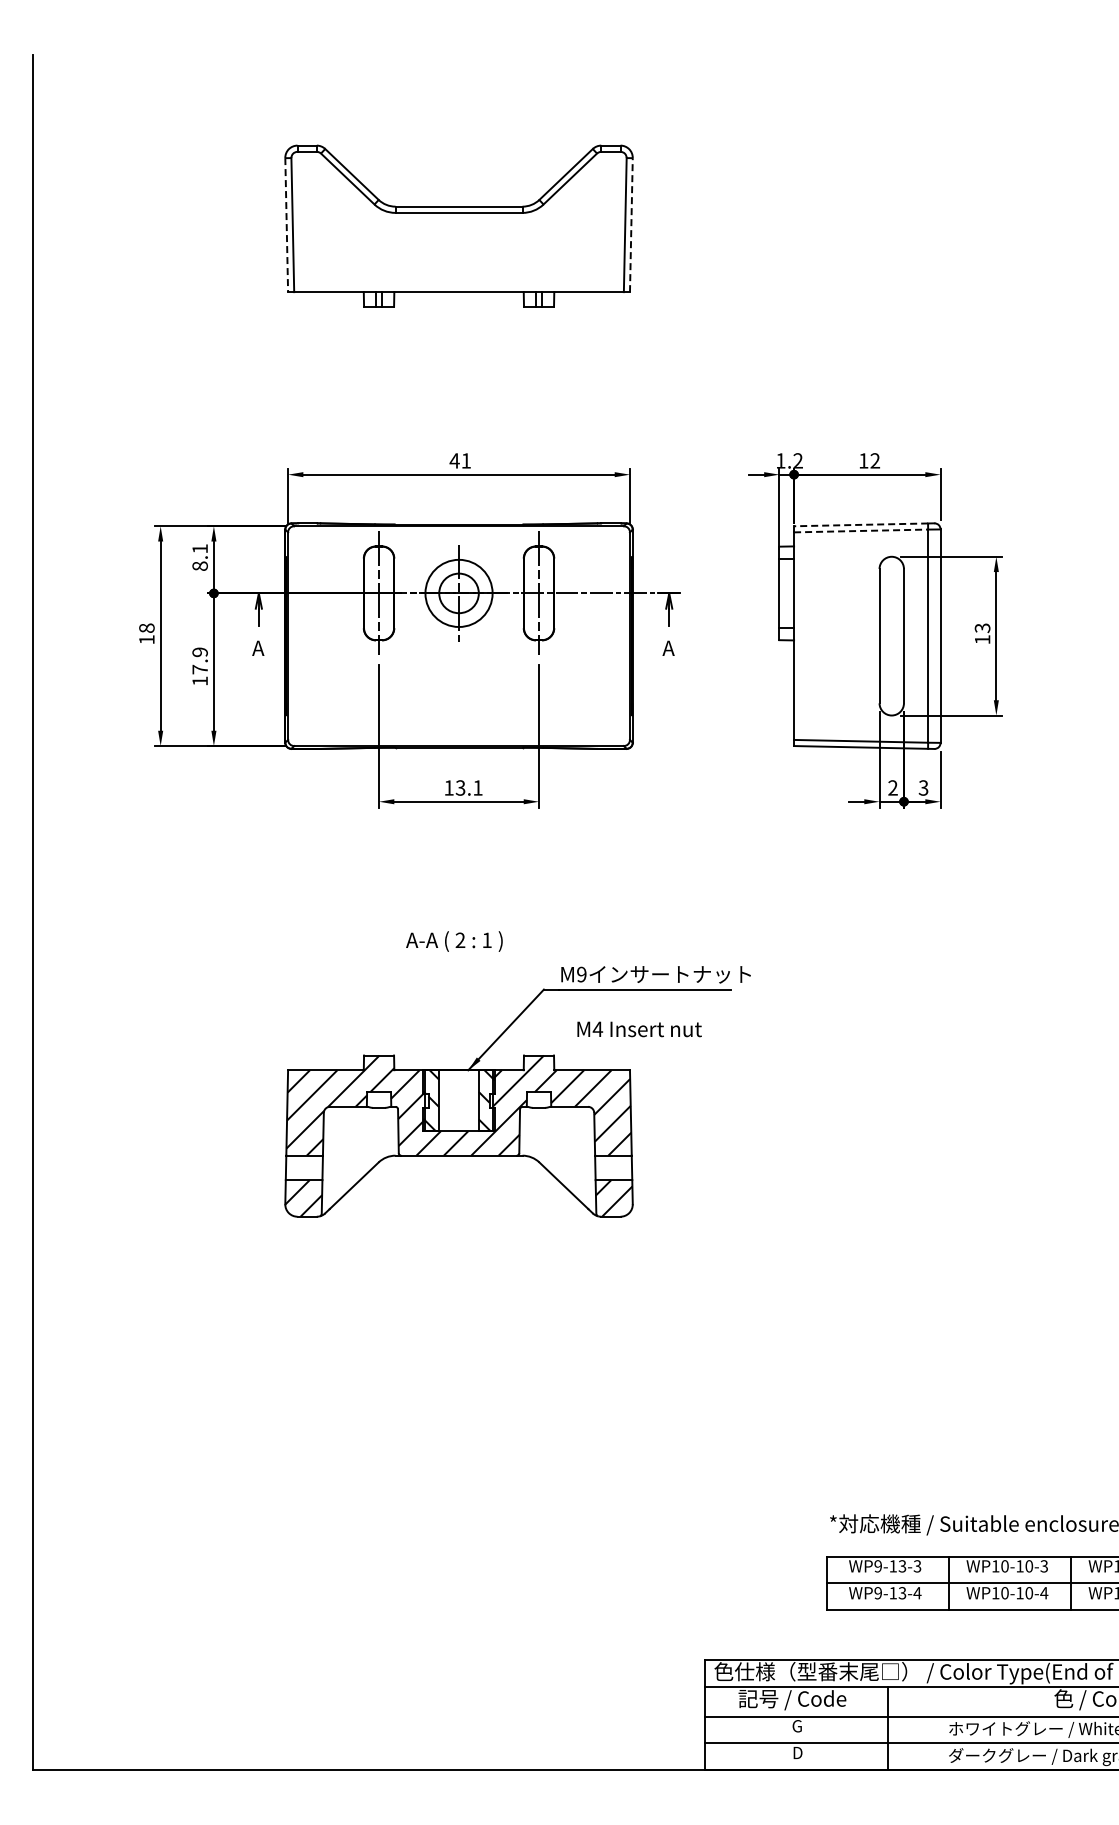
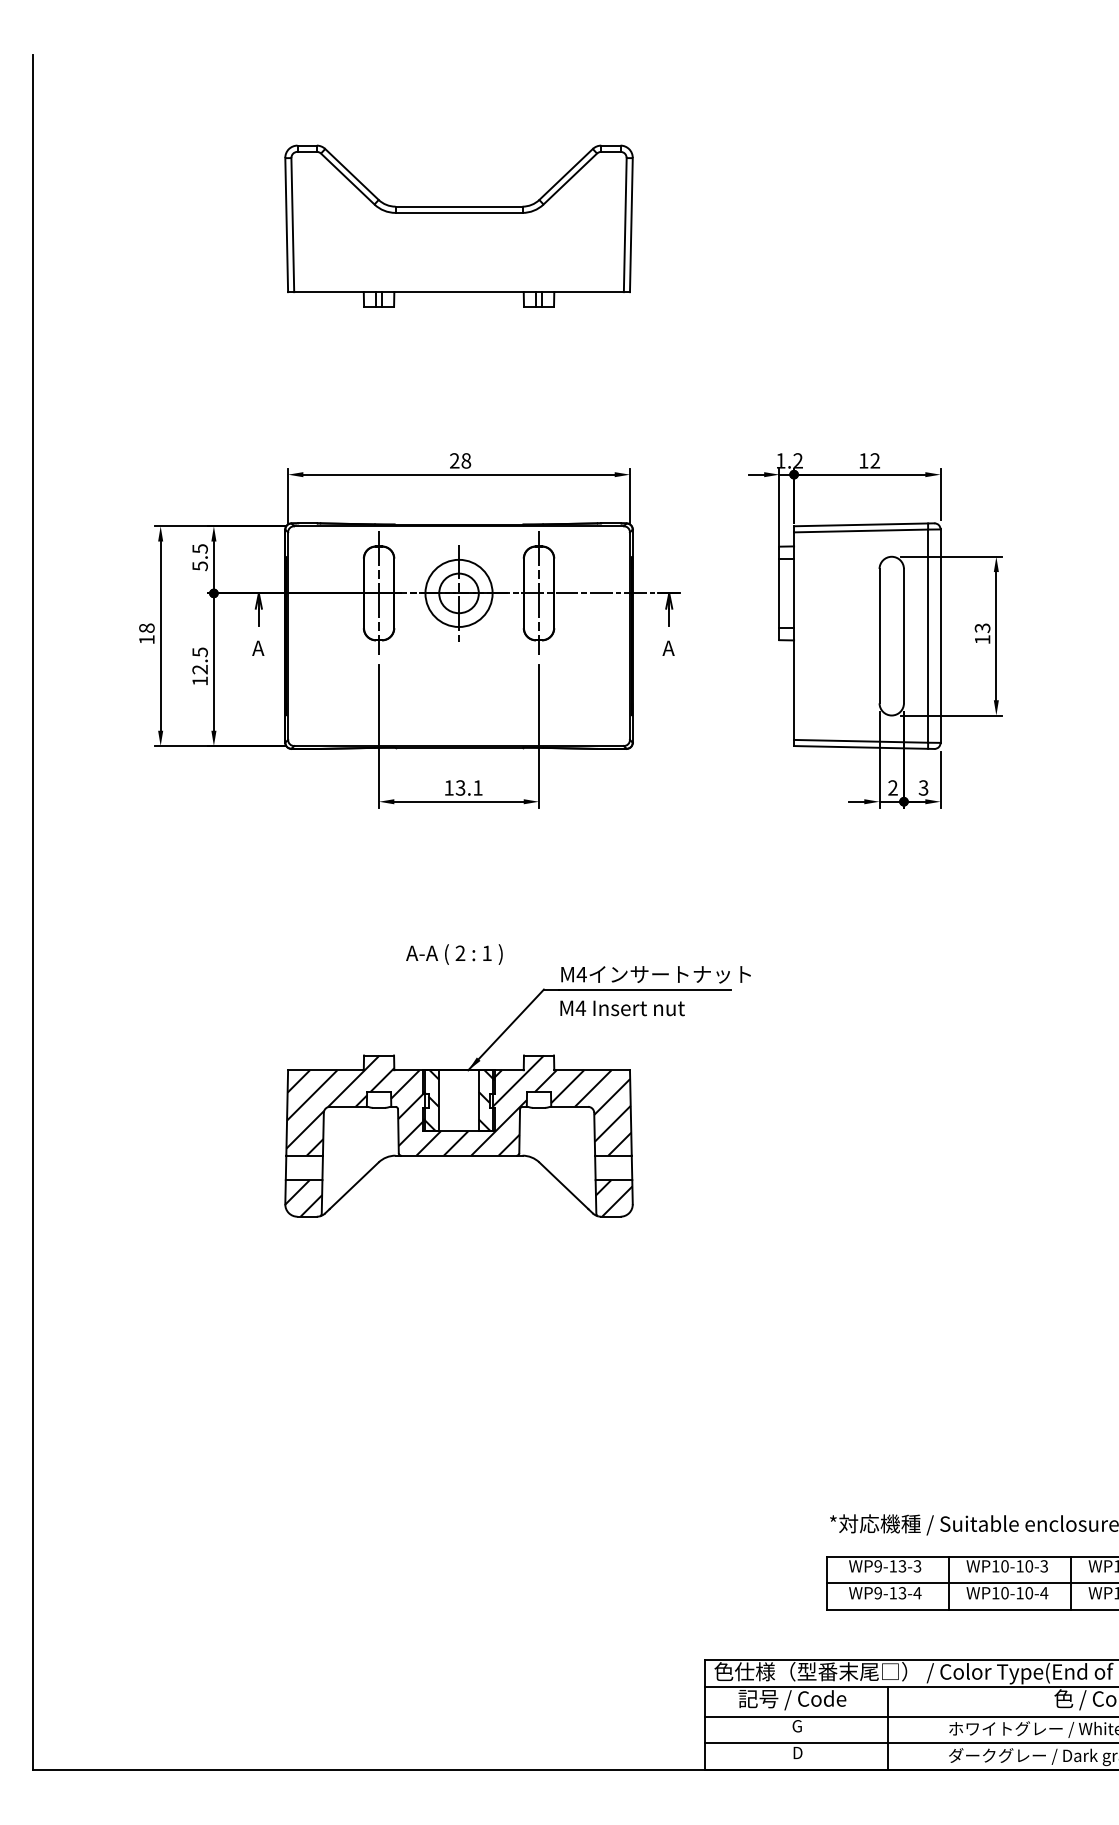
line at (631, 224): dashed -> solid
line at (286, 225): dashed -> solid
text at (460, 460): 41 -> 28
line at (860, 524): dashed -> solid
line at (861, 530): dashed -> solid
text at (199, 557): 8.1 -> 5.5
text at (199, 660): 17.9 -> 12.5
text at (454, 941) position: (454, 941) -> (454, 954)
text at (581, 974): M9 -> M4
text at (639, 1029) position: (639, 1029) -> (622, 1008)
